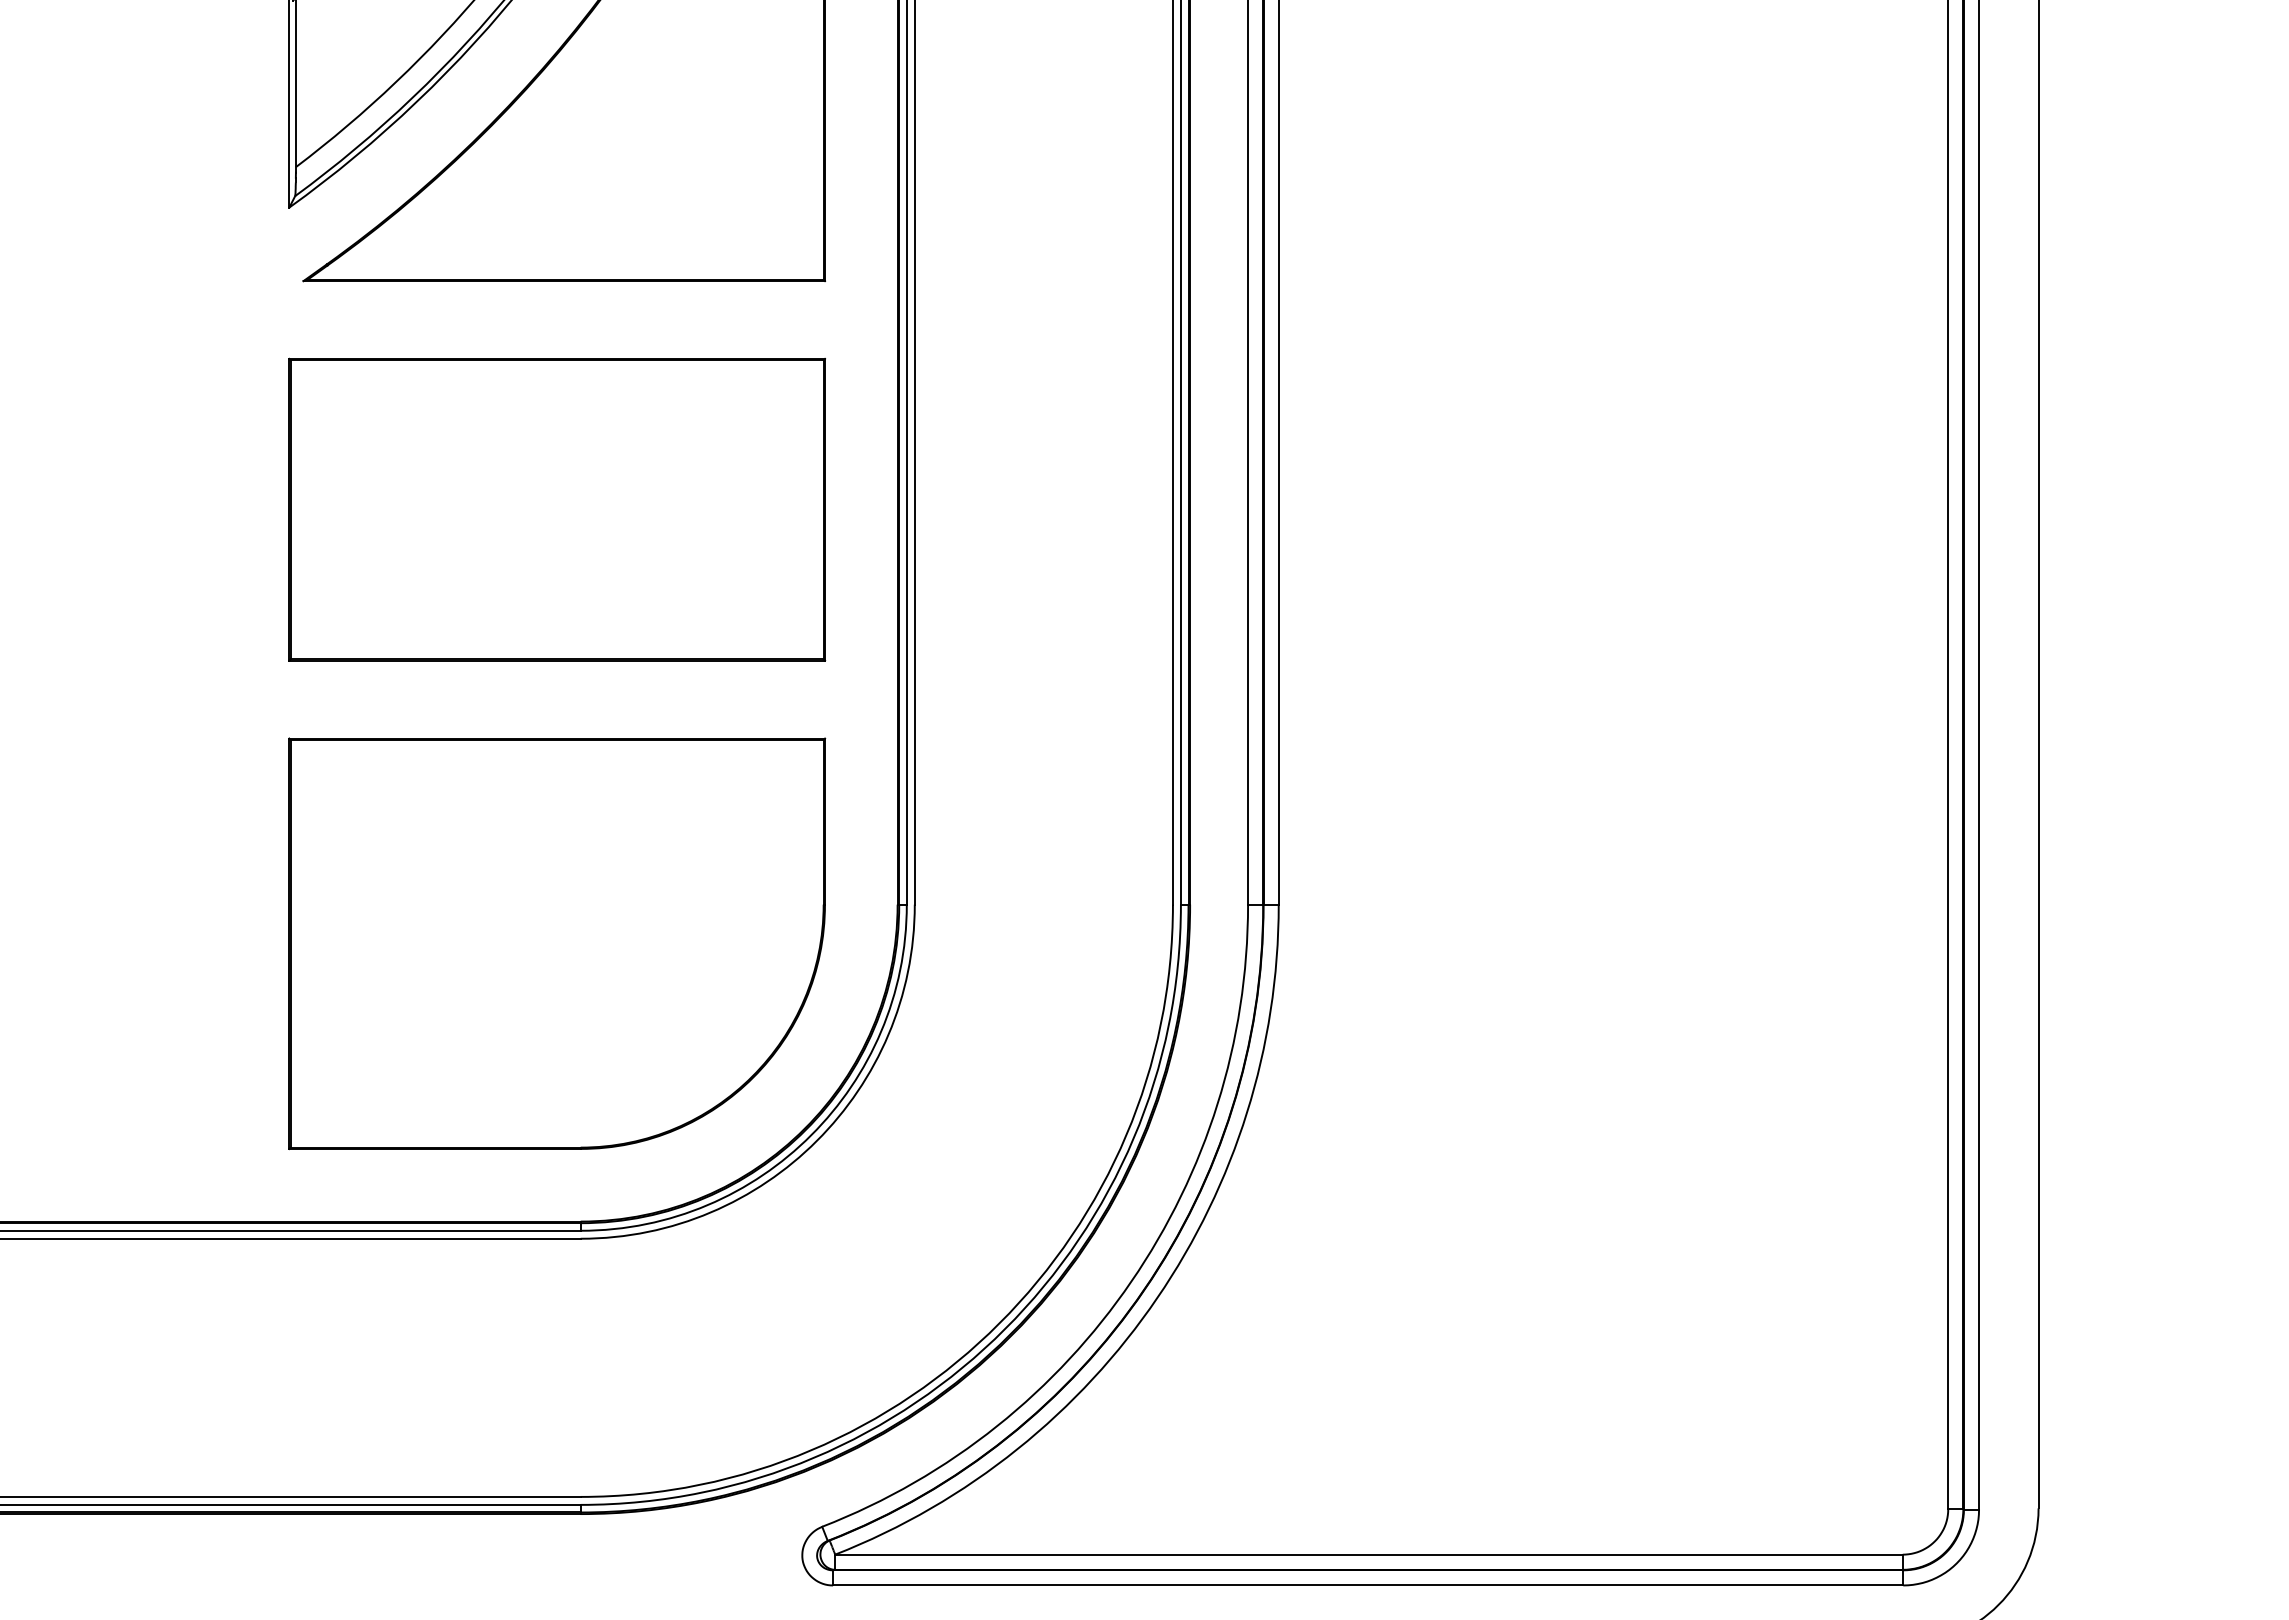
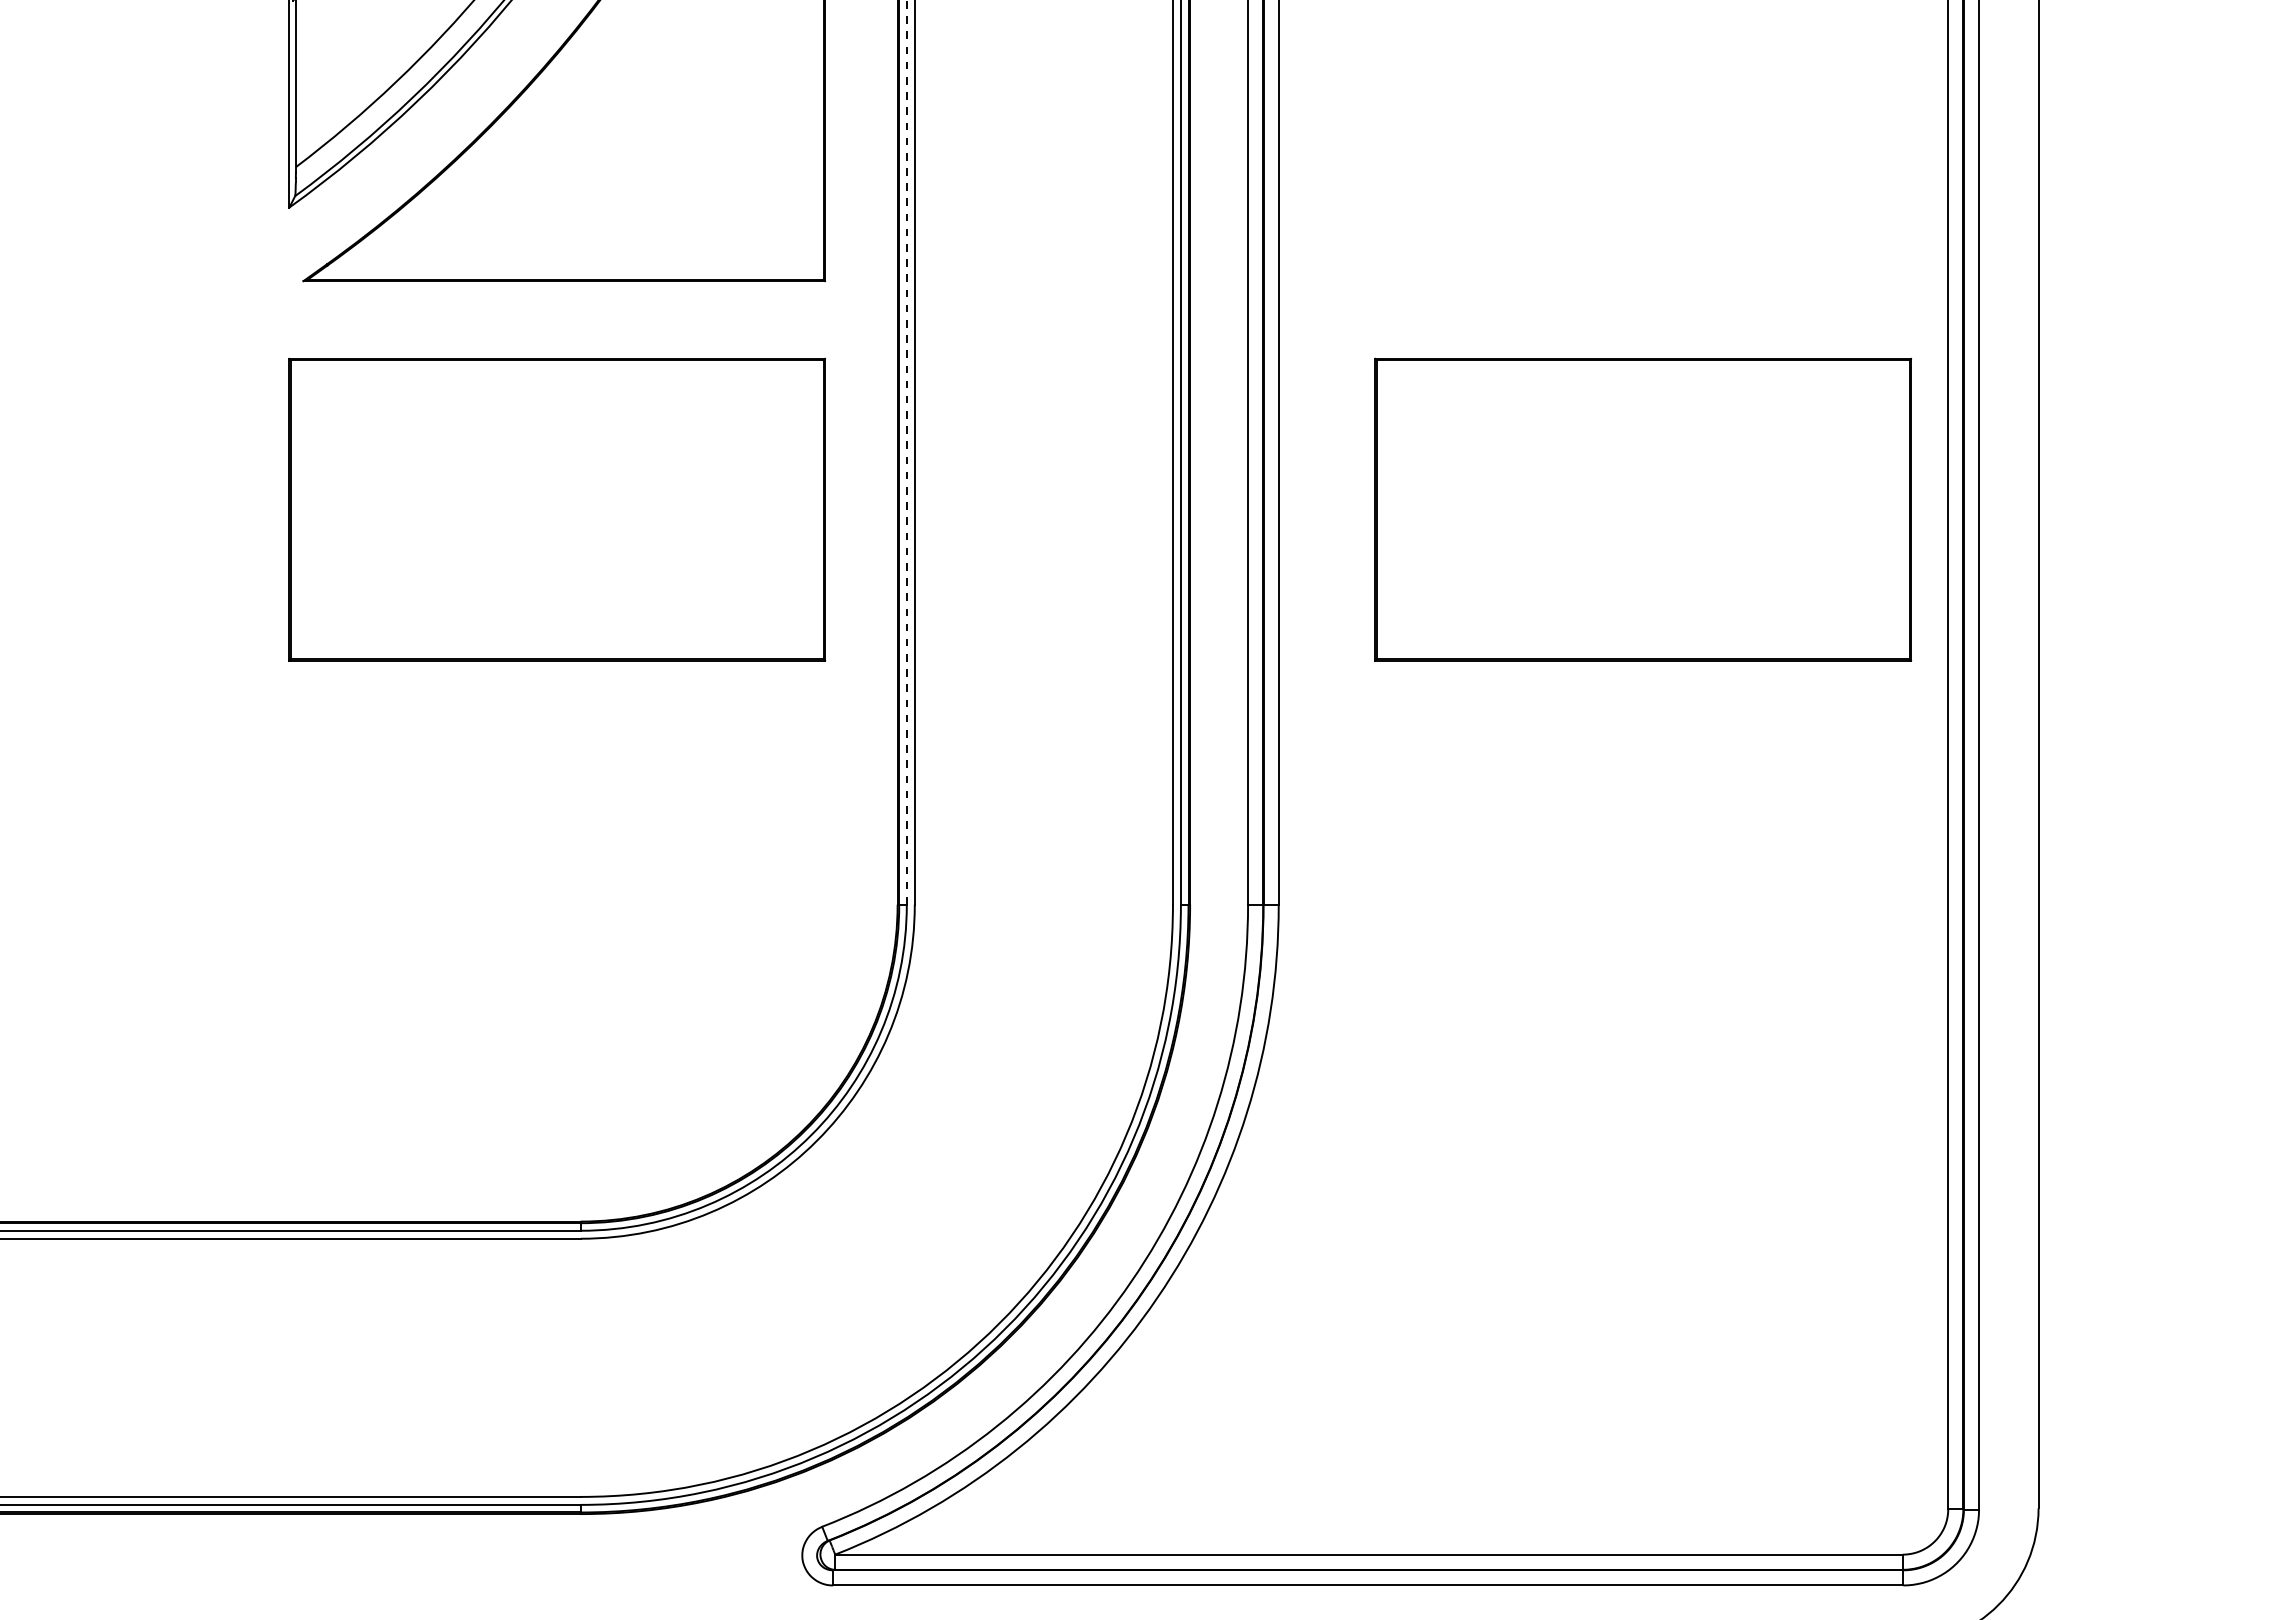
line at (906, 451): solid -> dashed
part at (1643, 509): none -> present
part at (557, 943): present -> none
